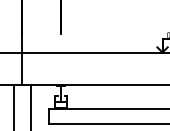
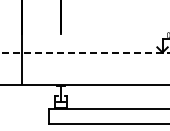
line at (85, 52): solid -> dashed
line at (14, 106): present -> none
line at (30, 106): present -> none
